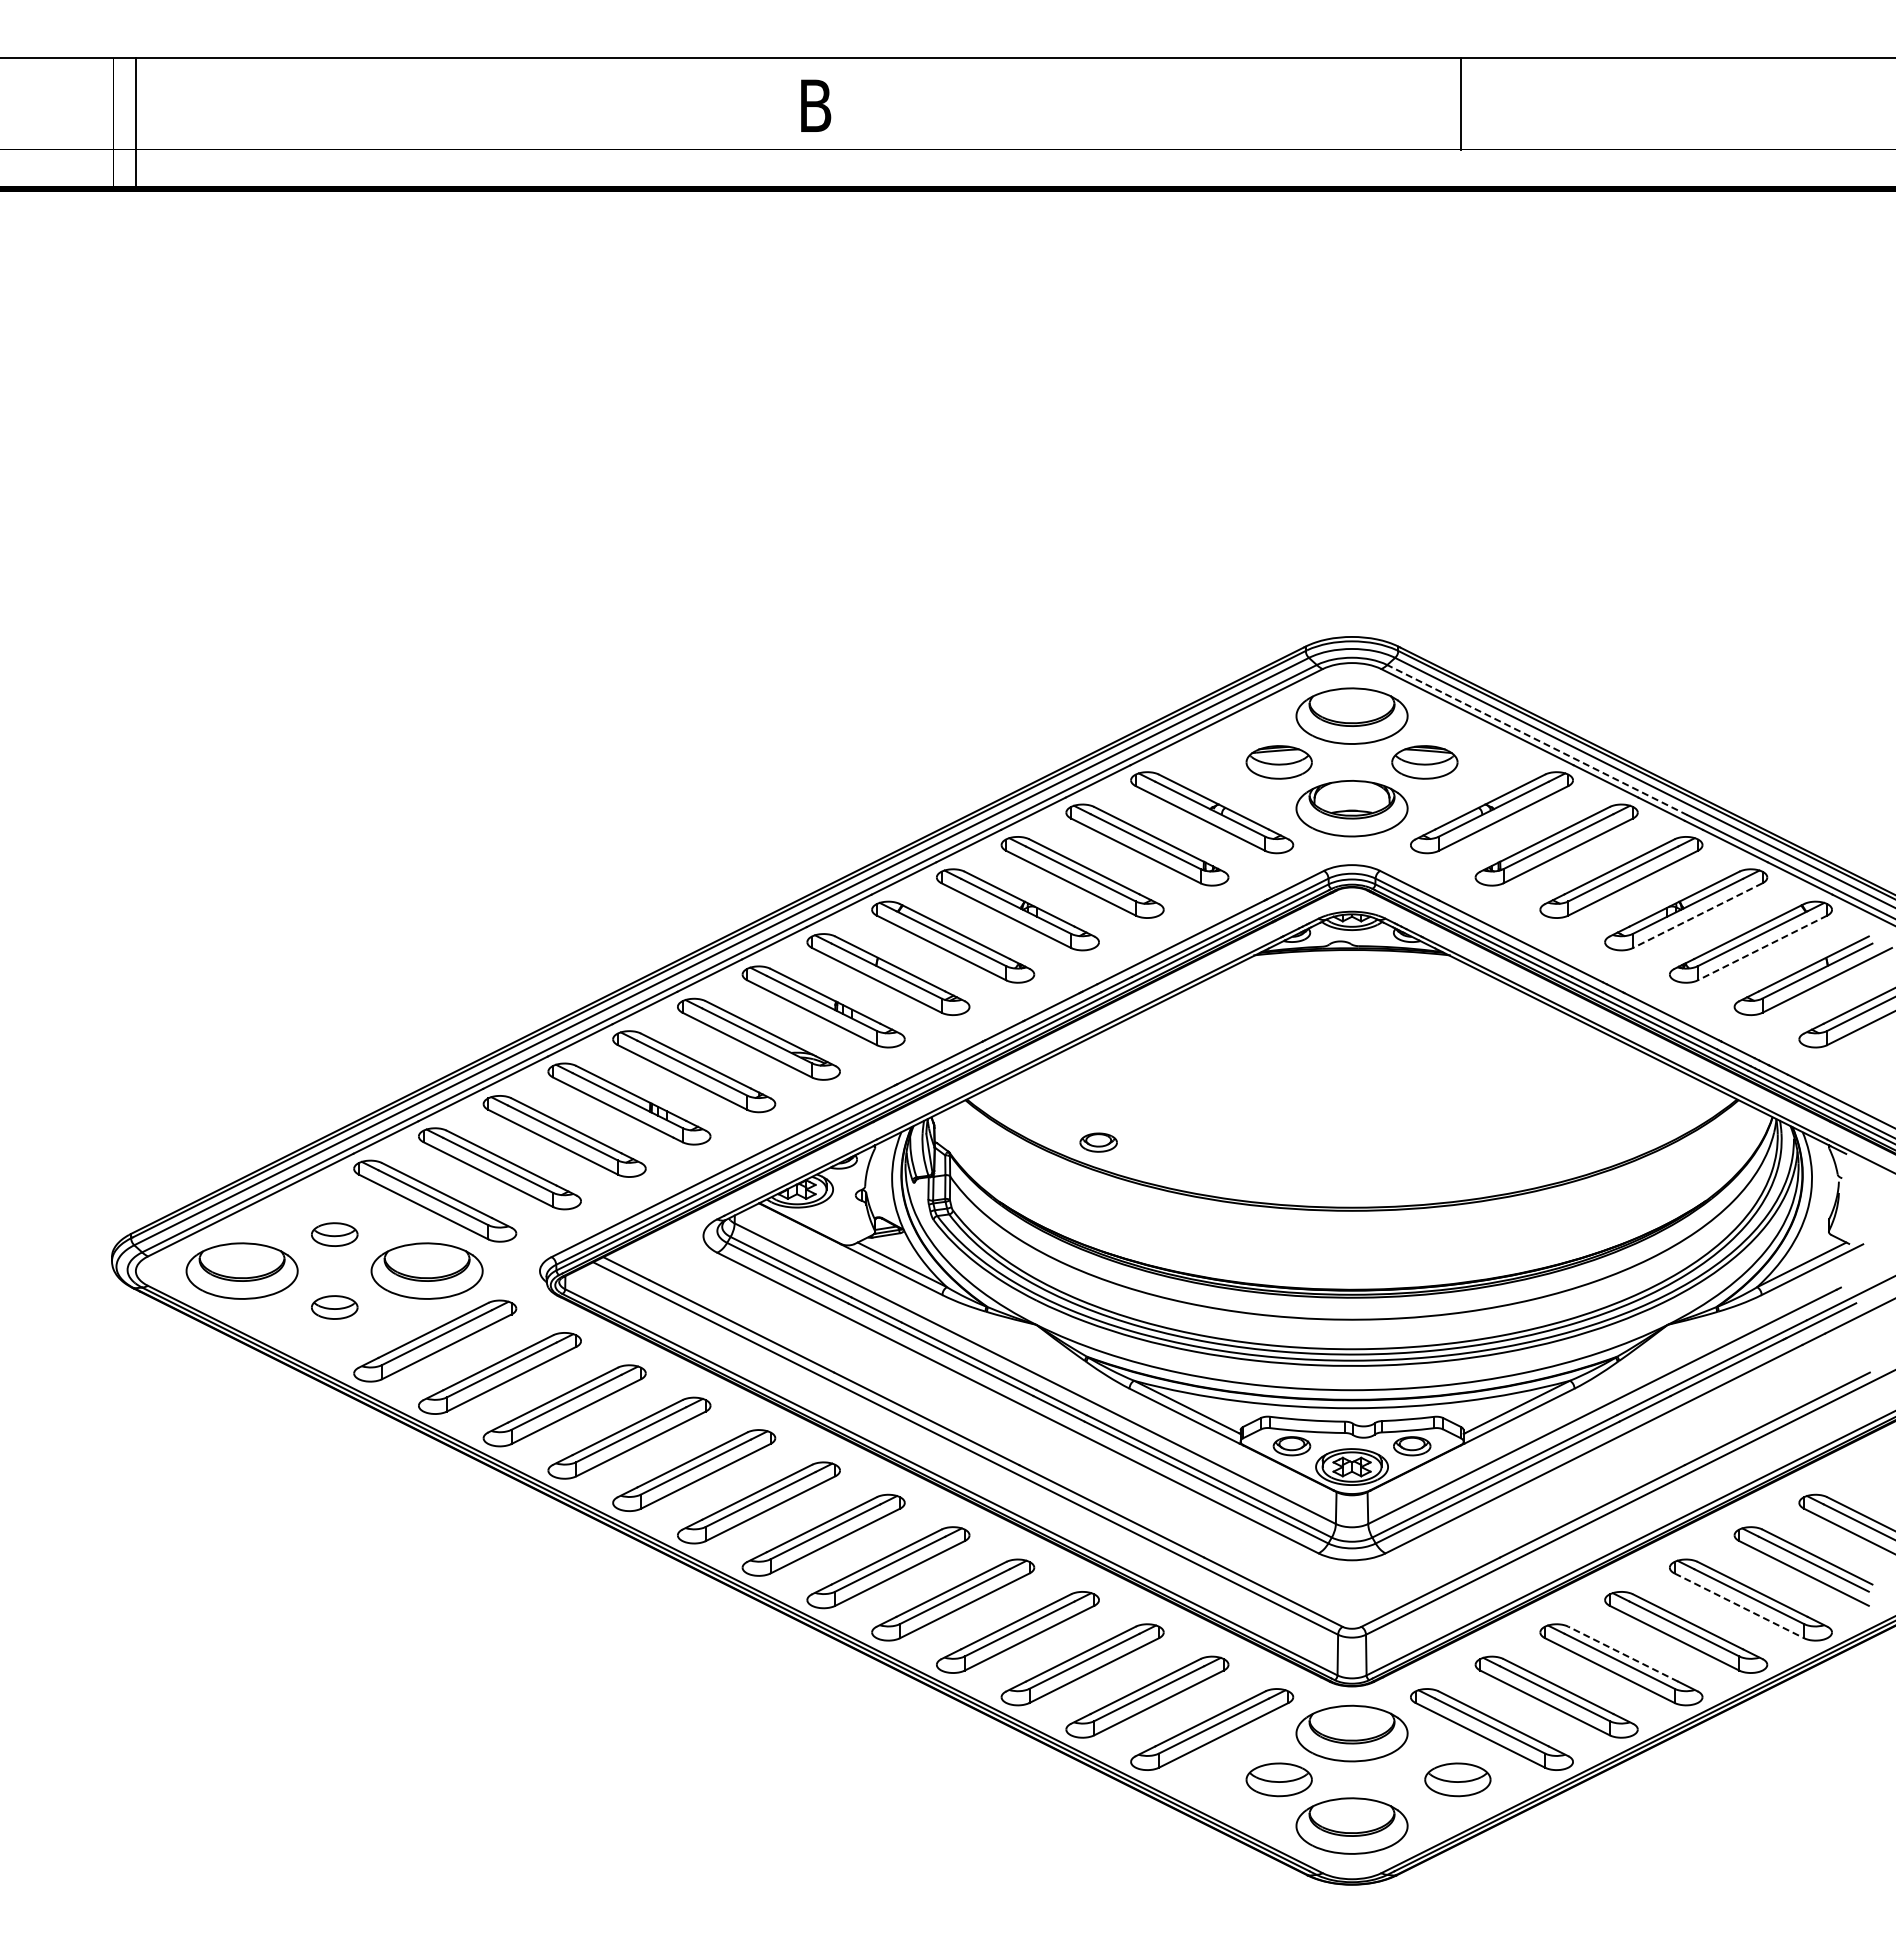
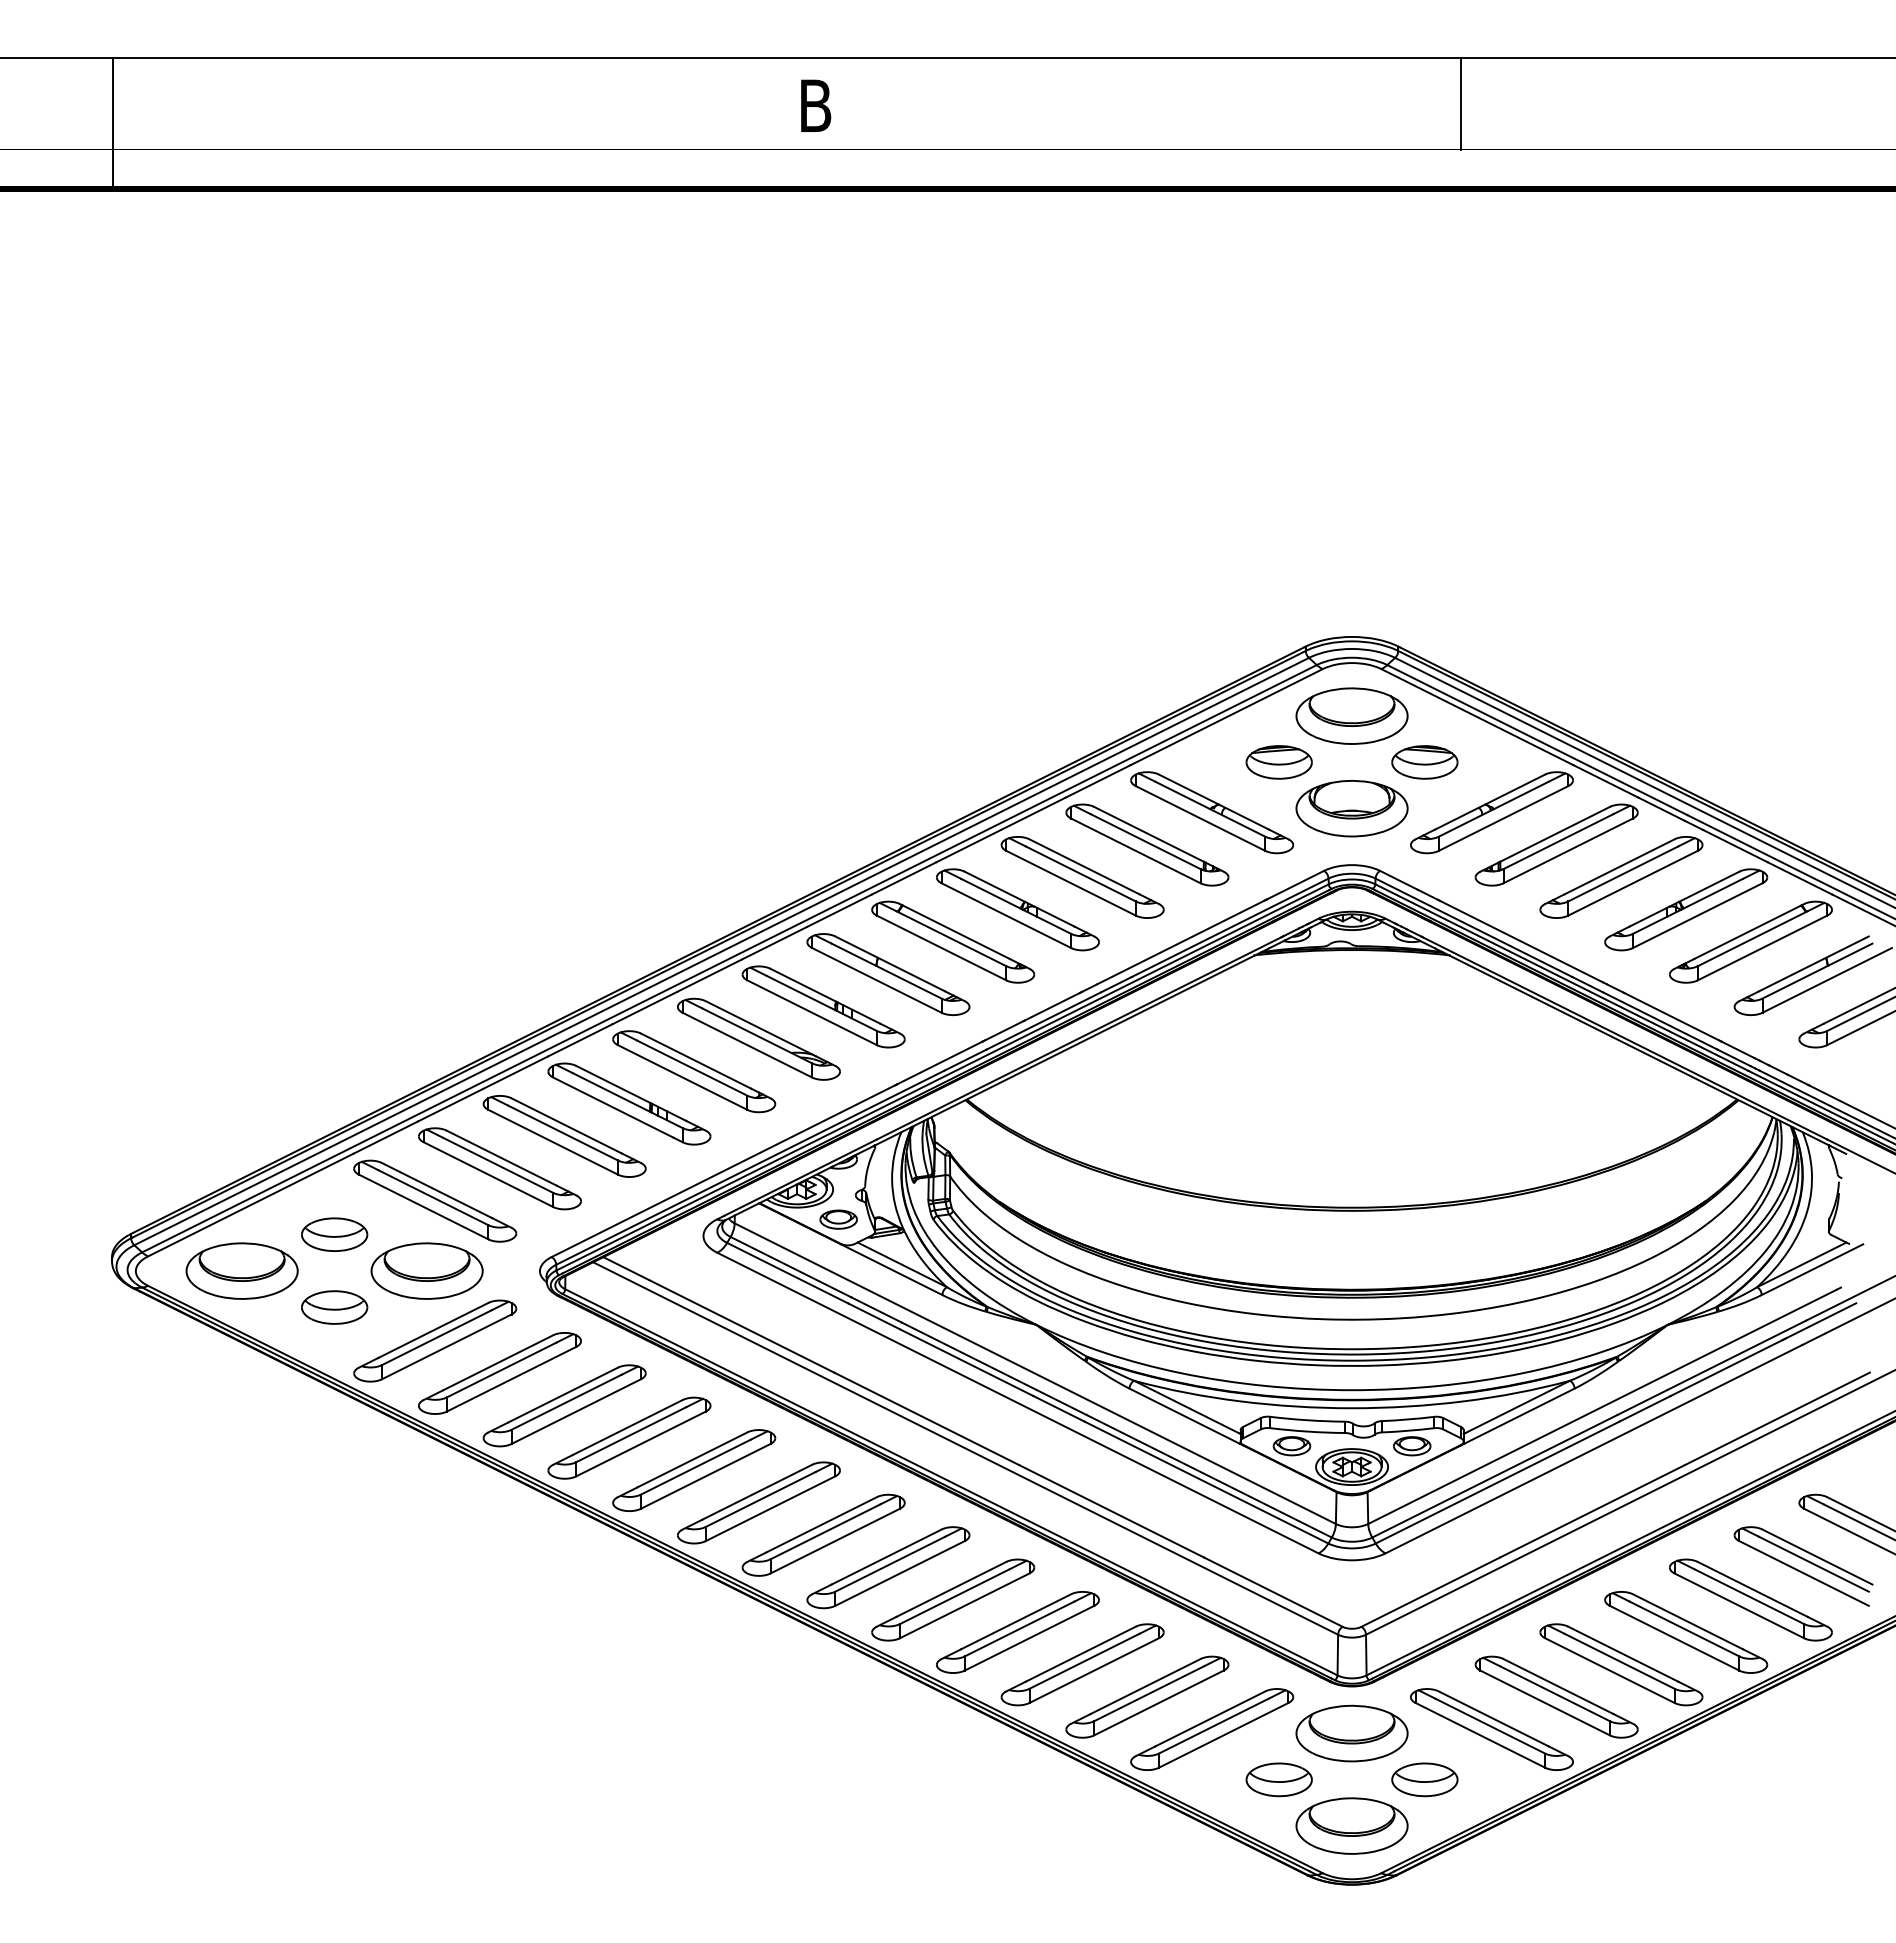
line at (136, 123) position: (136, 123) -> (113, 123)
line at (1537, 740): dashed -> solid
line at (1697, 915): dashed -> solid
line at (1762, 948): dashed -> solid
part at (1098, 1142) position: (1098, 1142) -> (838, 1219)
part at (334, 1234) size: 48x25 px -> 68x35 px
part at (334, 1307) size: 48x25 px -> 68x35 px
line at (1739, 1606): dashed -> solid
line at (1622, 1653): dashed -> solid
part at (1457, 1779) position: (1457, 1779) -> (1424, 1779)
